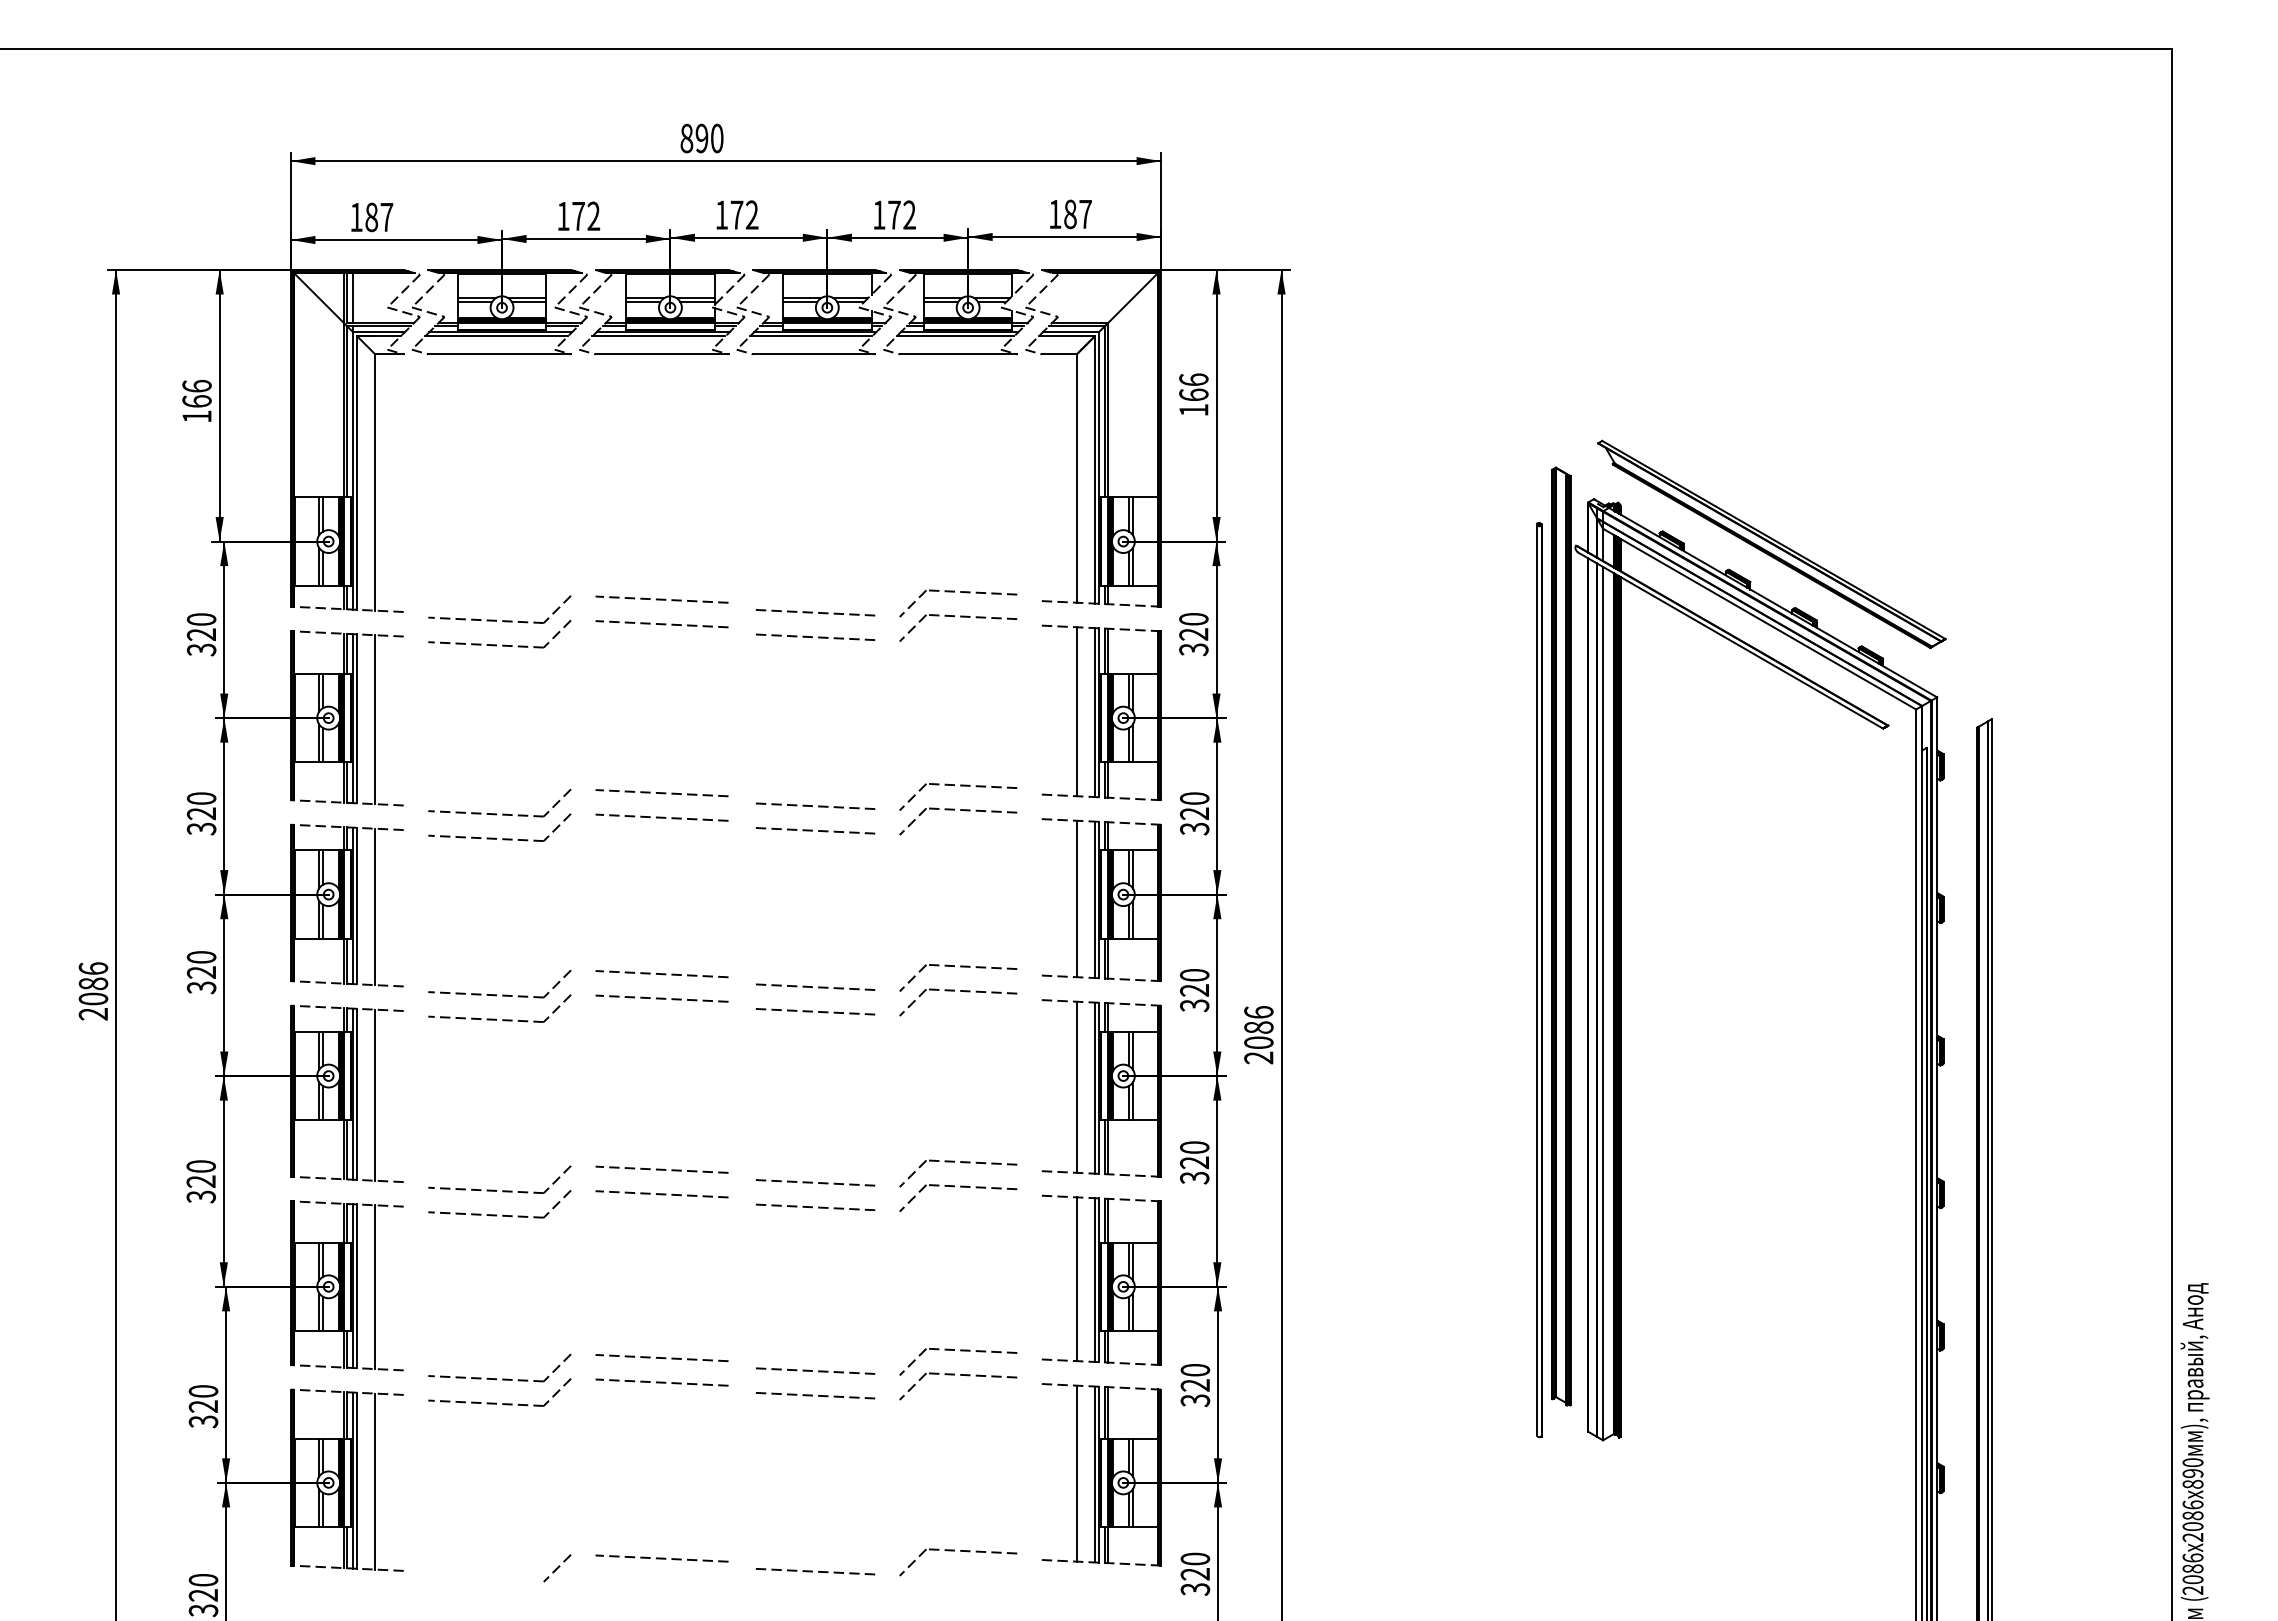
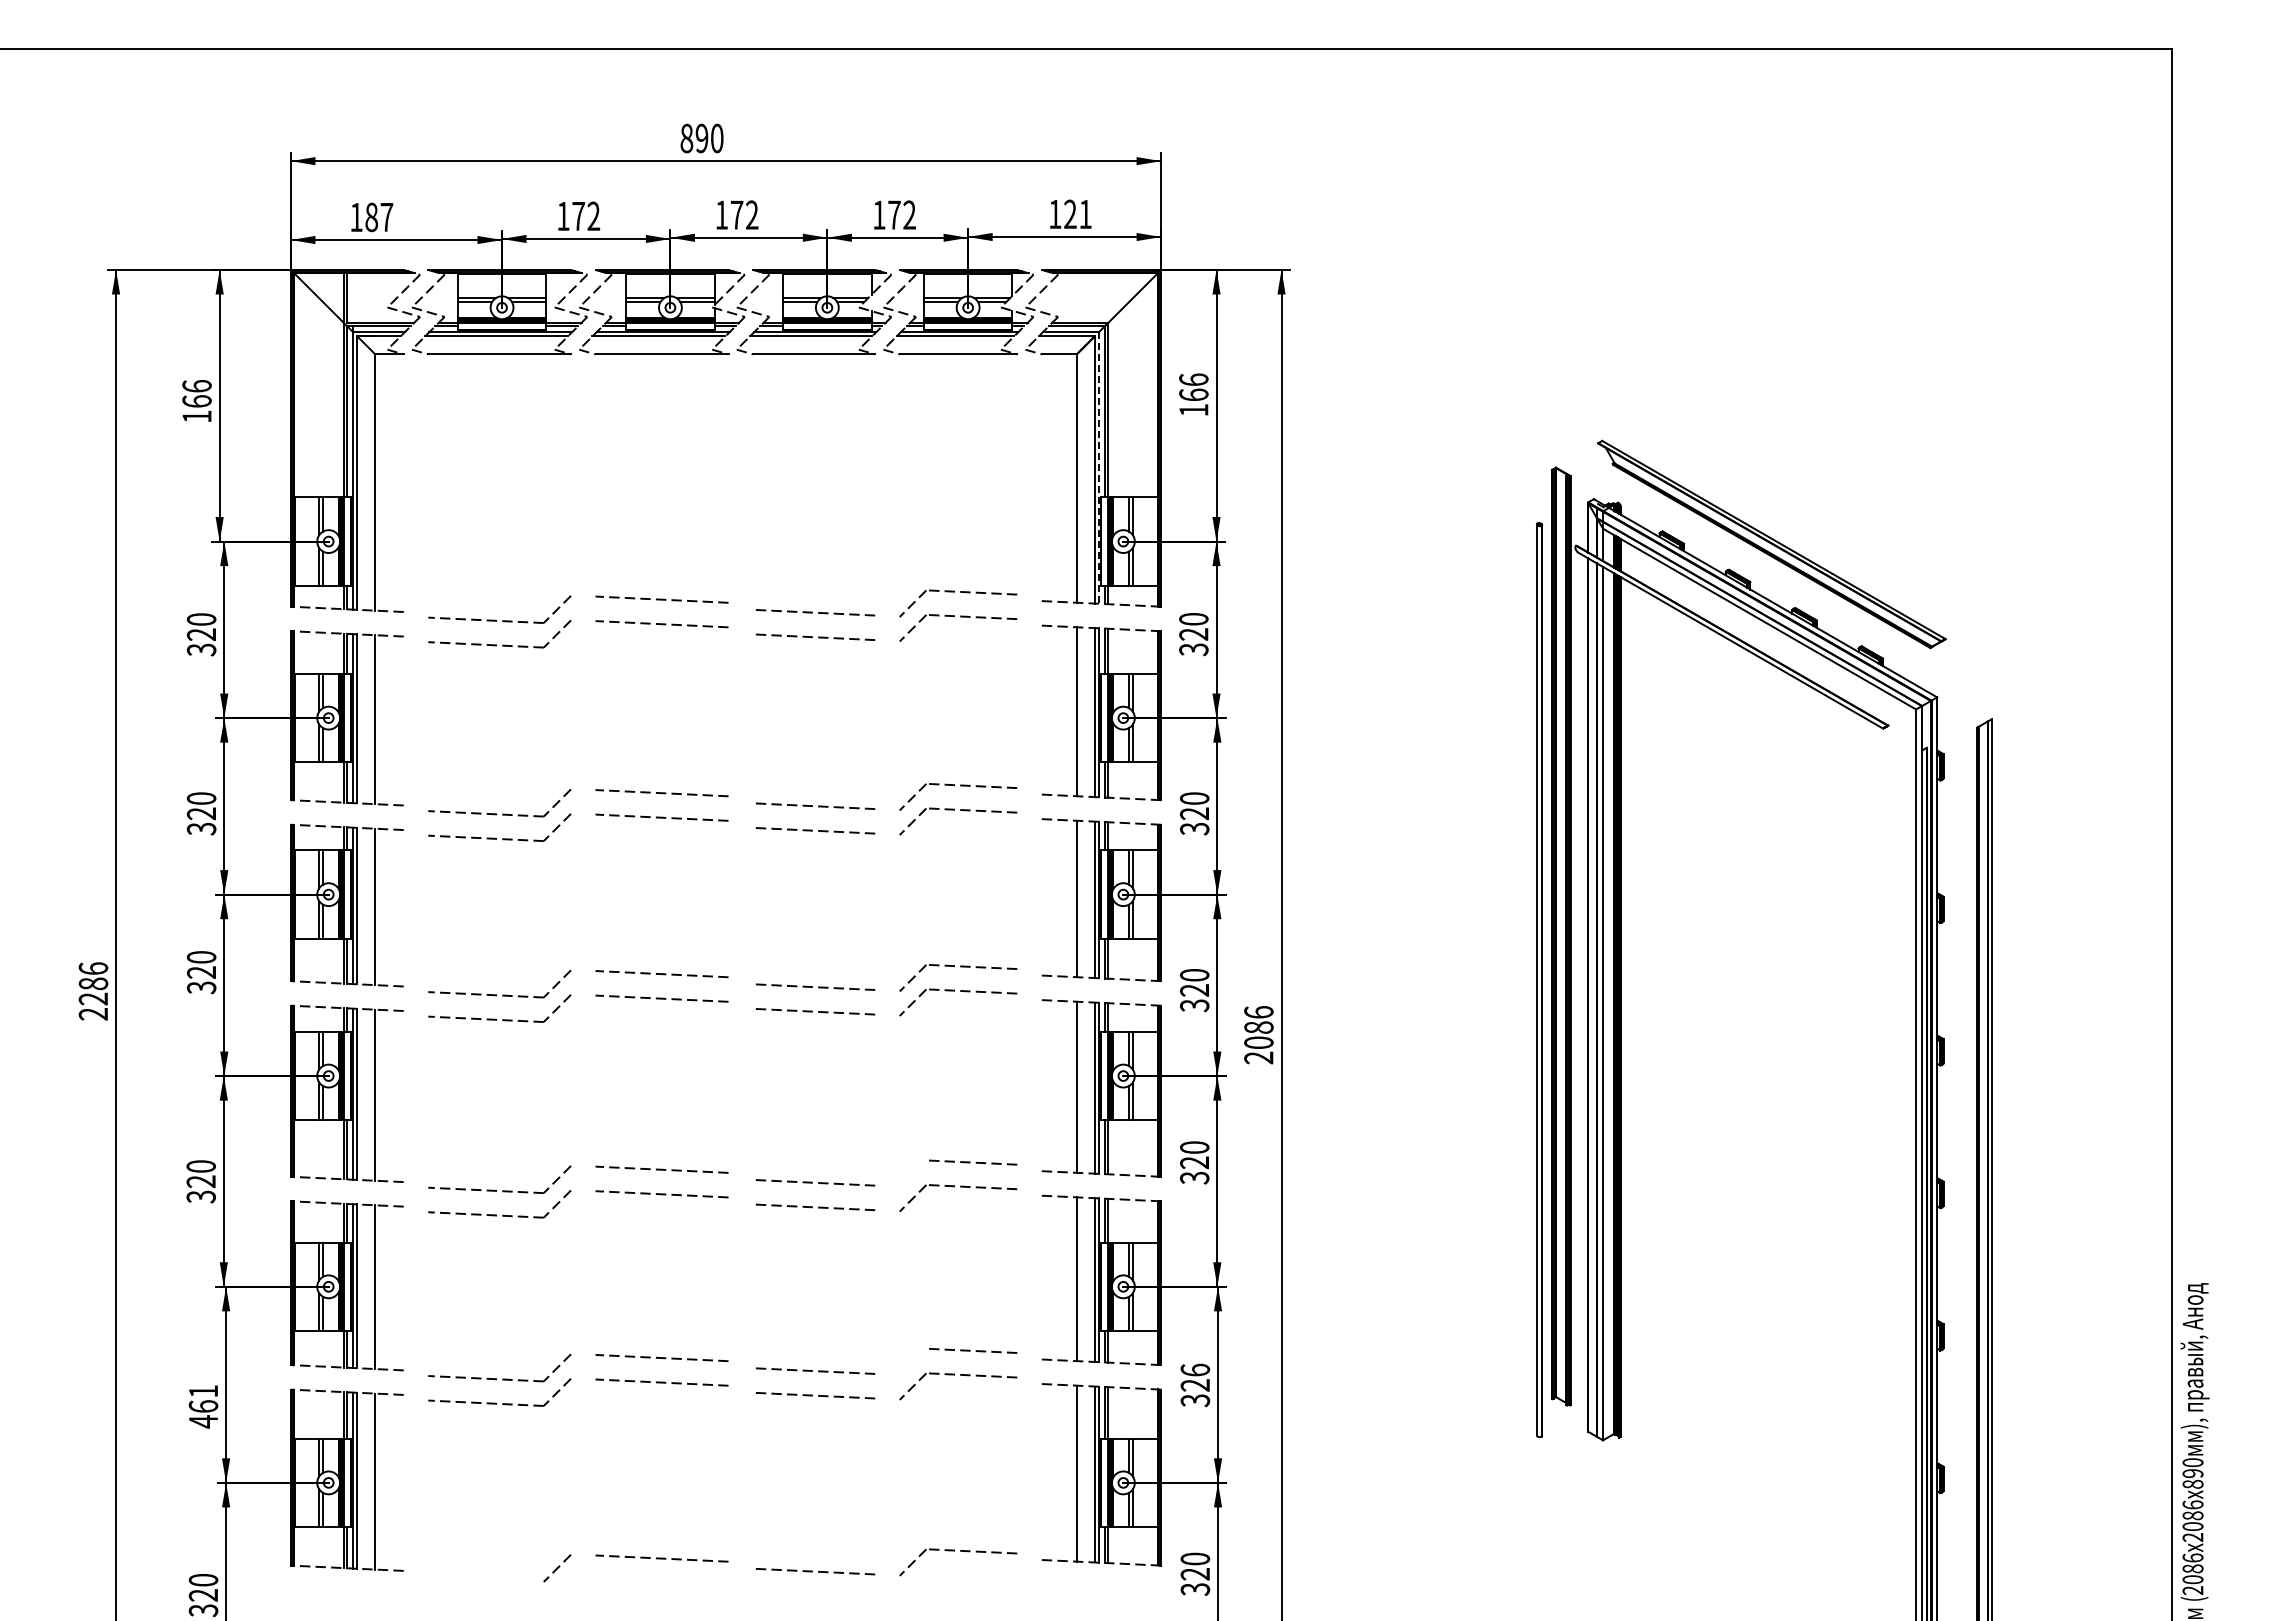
text at (1077, 214): 187 -> 121
line at (353, 297): present -> none
line at (1099, 467): solid -> dashed
text at (93, 998): 2086 -> 2286
line at (912, 1173): present -> none
line at (912, 1361): present -> none
text at (1195, 1369): 320 -> 326
text at (203, 1406): 320 -> 461
